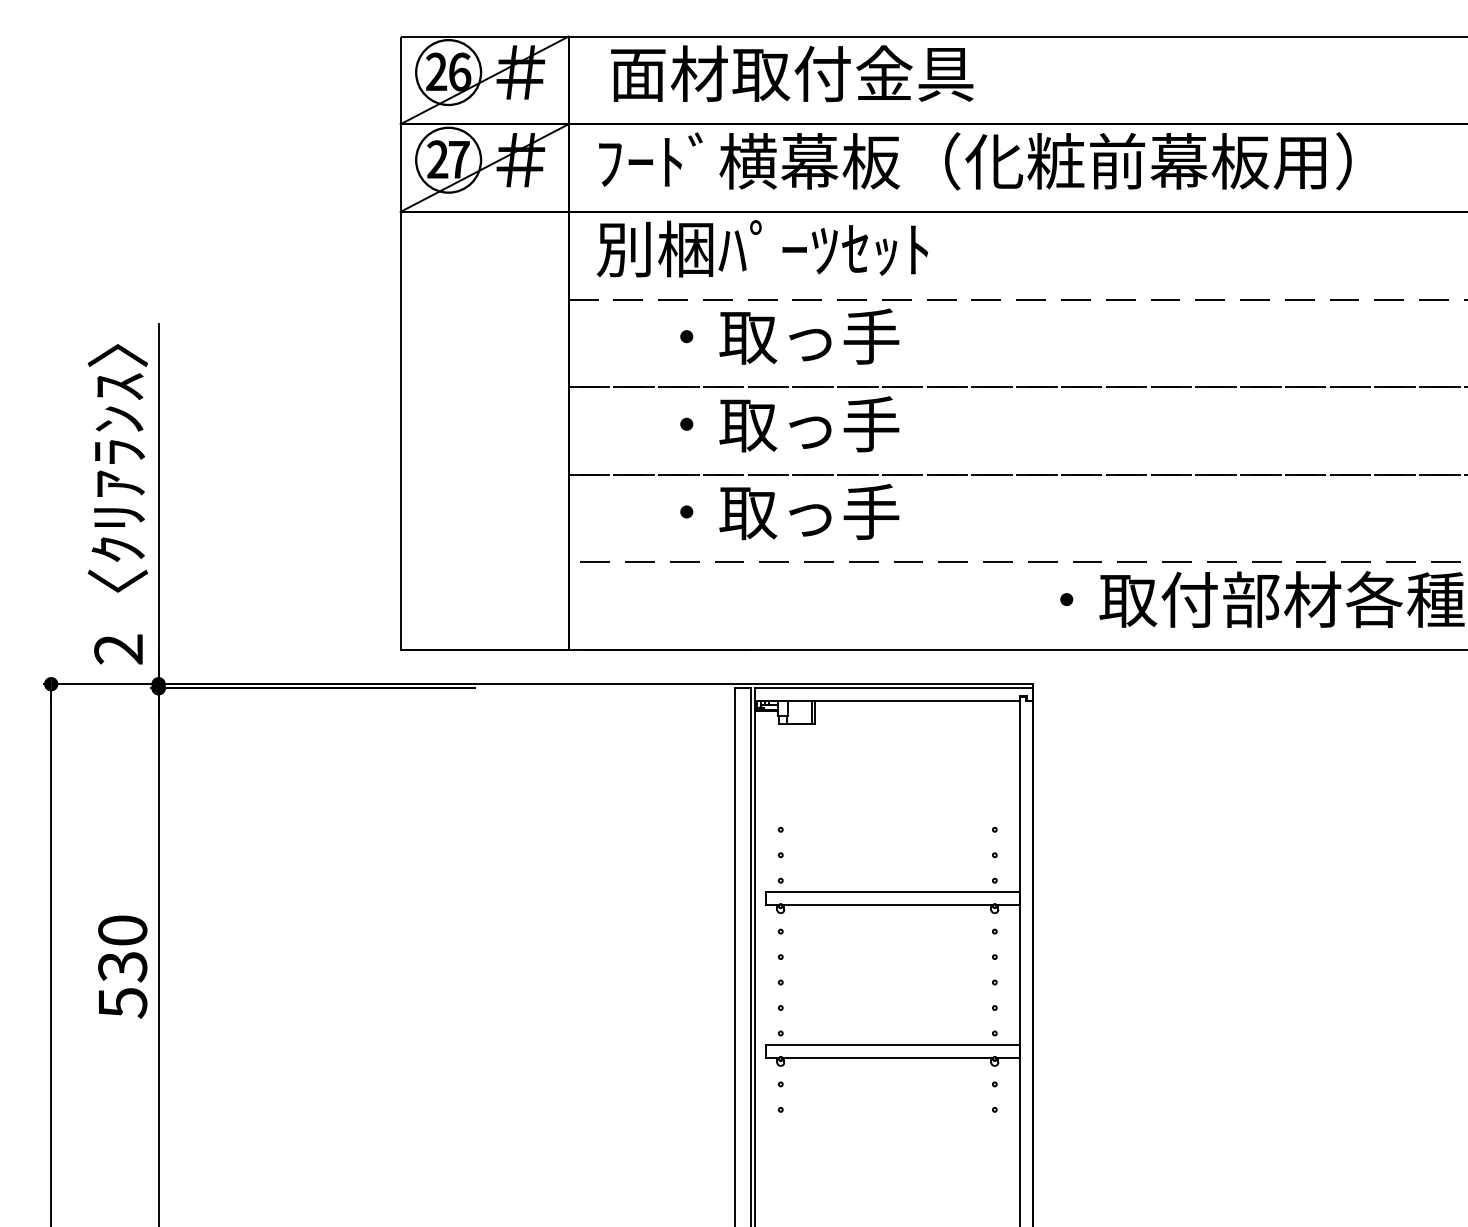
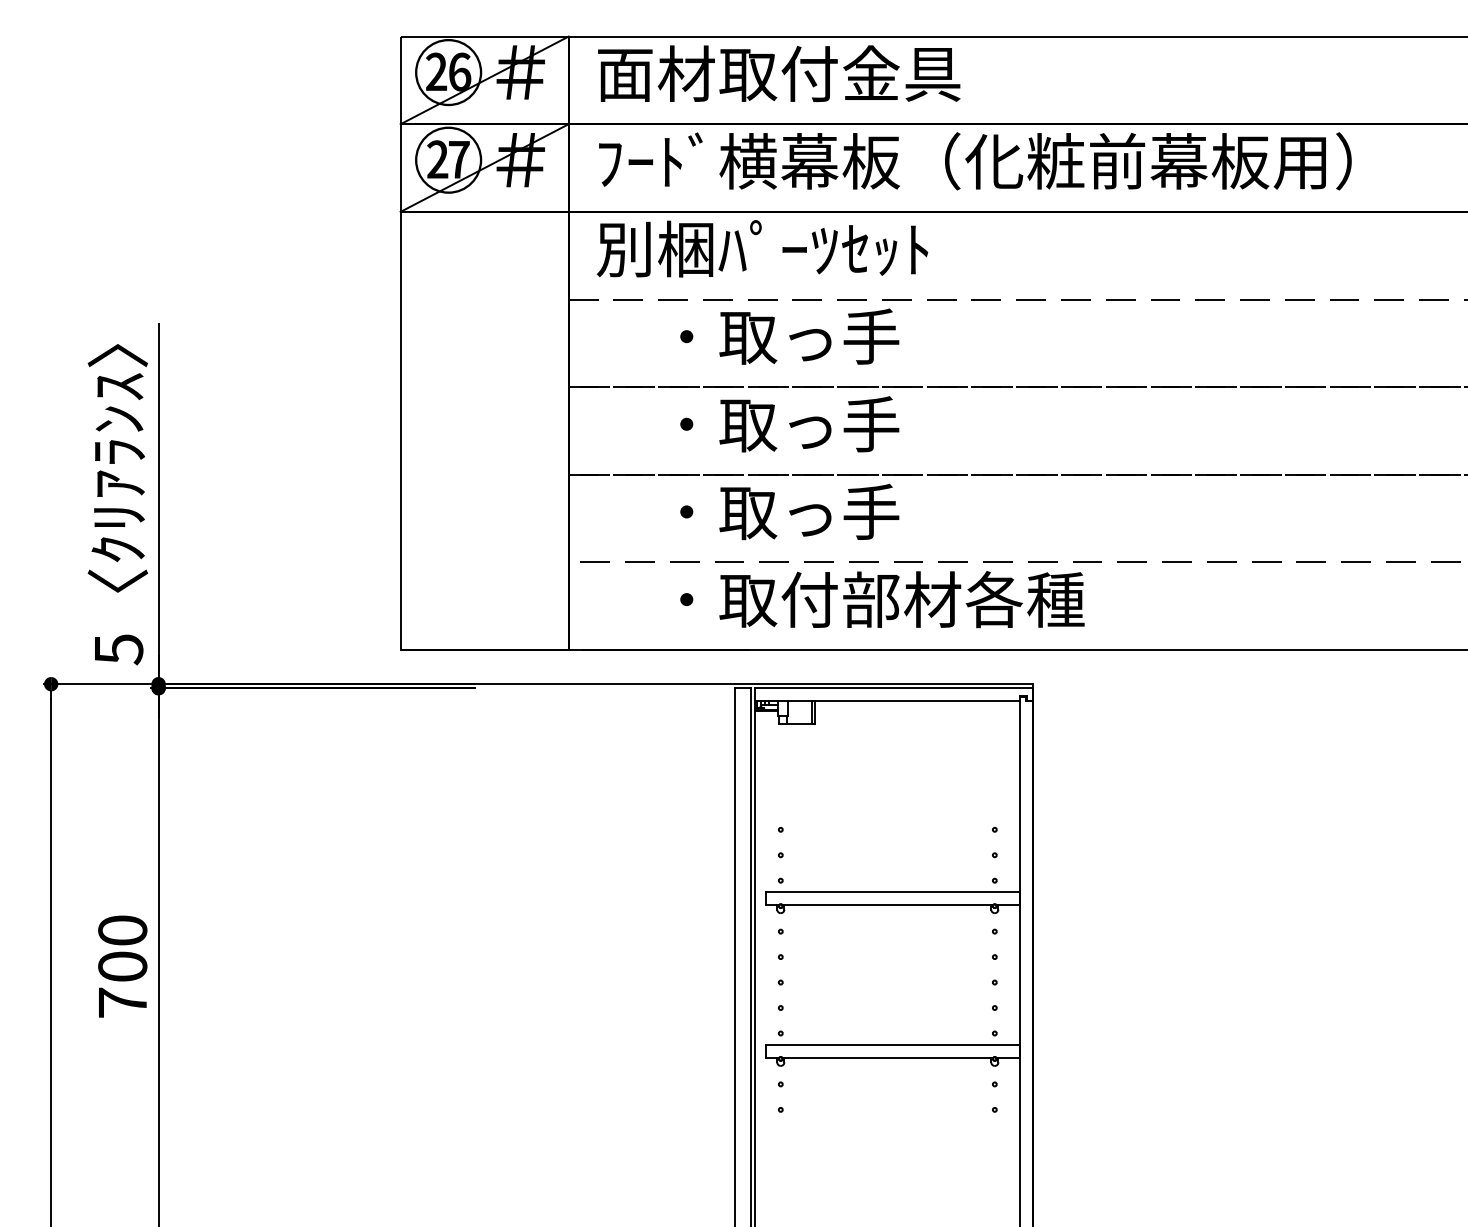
text at (792, 73) position: (792, 73) -> (779, 73)
text at (1262, 599) position: (1262, 599) -> (882, 599)
text at (118, 649): 2 -> 5
text at (122, 984): 530 -> 700
